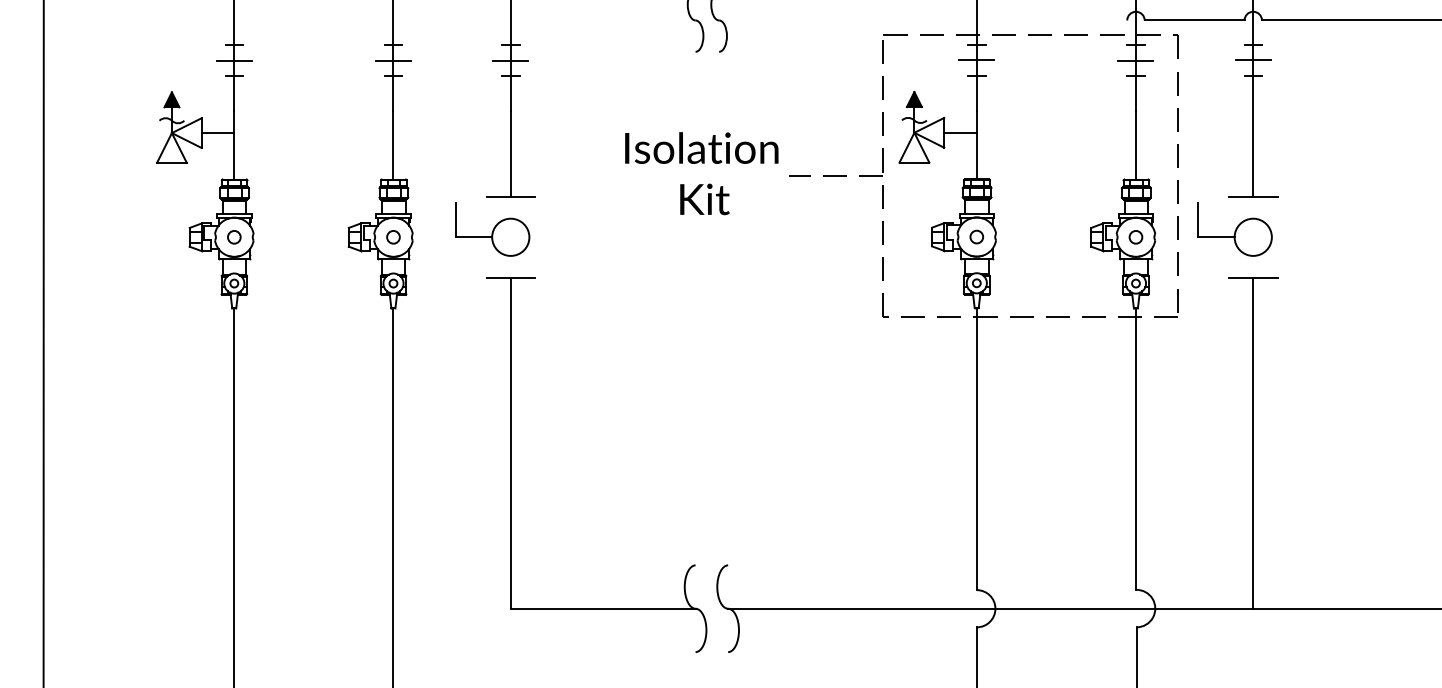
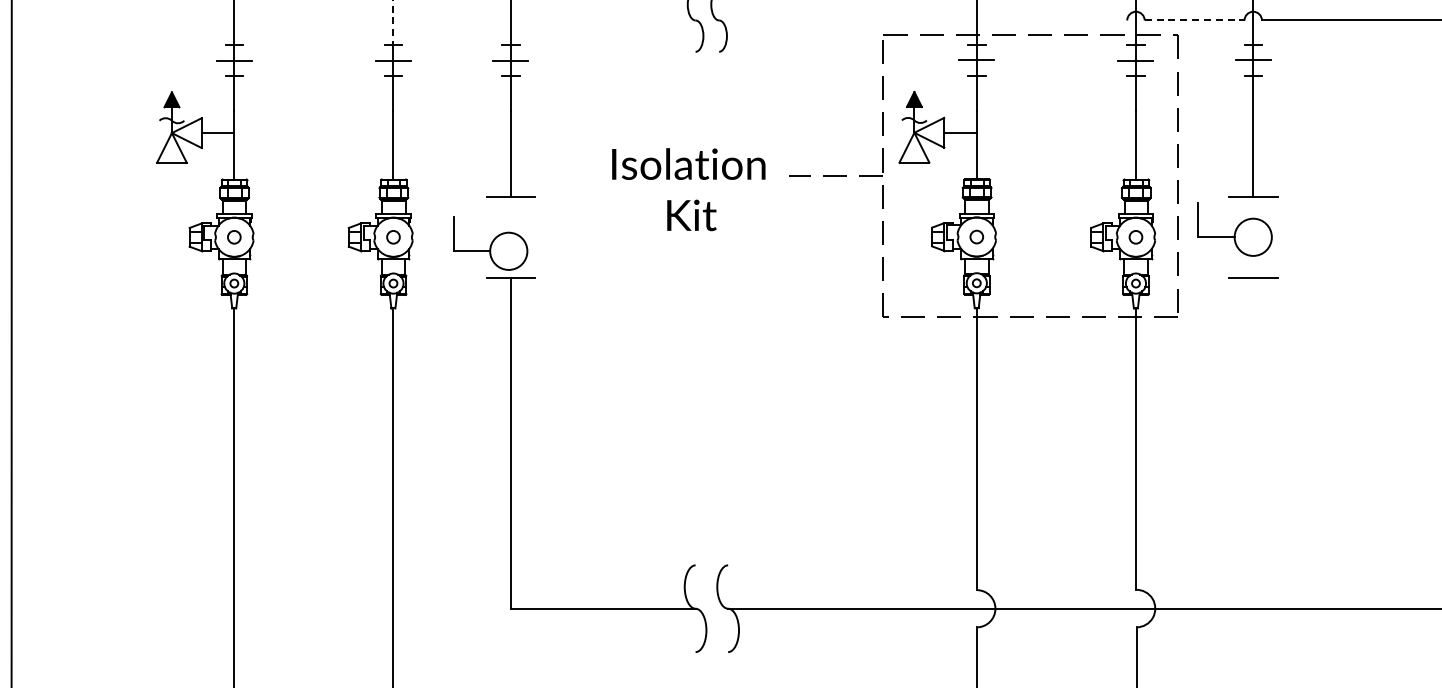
line at (1194, 20): solid -> dashed
line at (393, 23): solid -> dashed
text at (701, 173) position: (701, 173) -> (688, 189)
part at (492, 229) position: (492, 229) -> (490, 243)
line at (43, 343) position: (43, 343) -> (11, 343)
line at (1253, 442): present -> none
